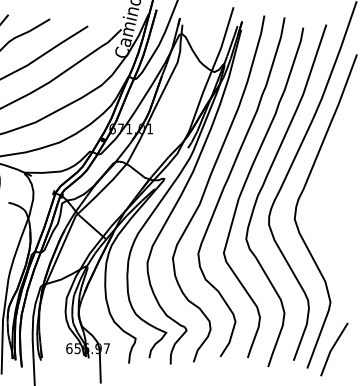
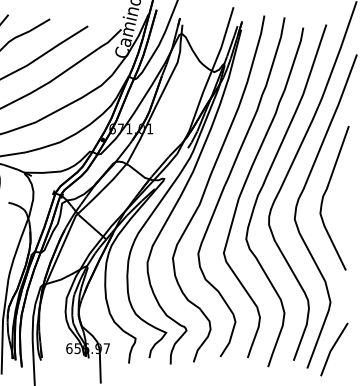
curve at (326, 192): none -> present
